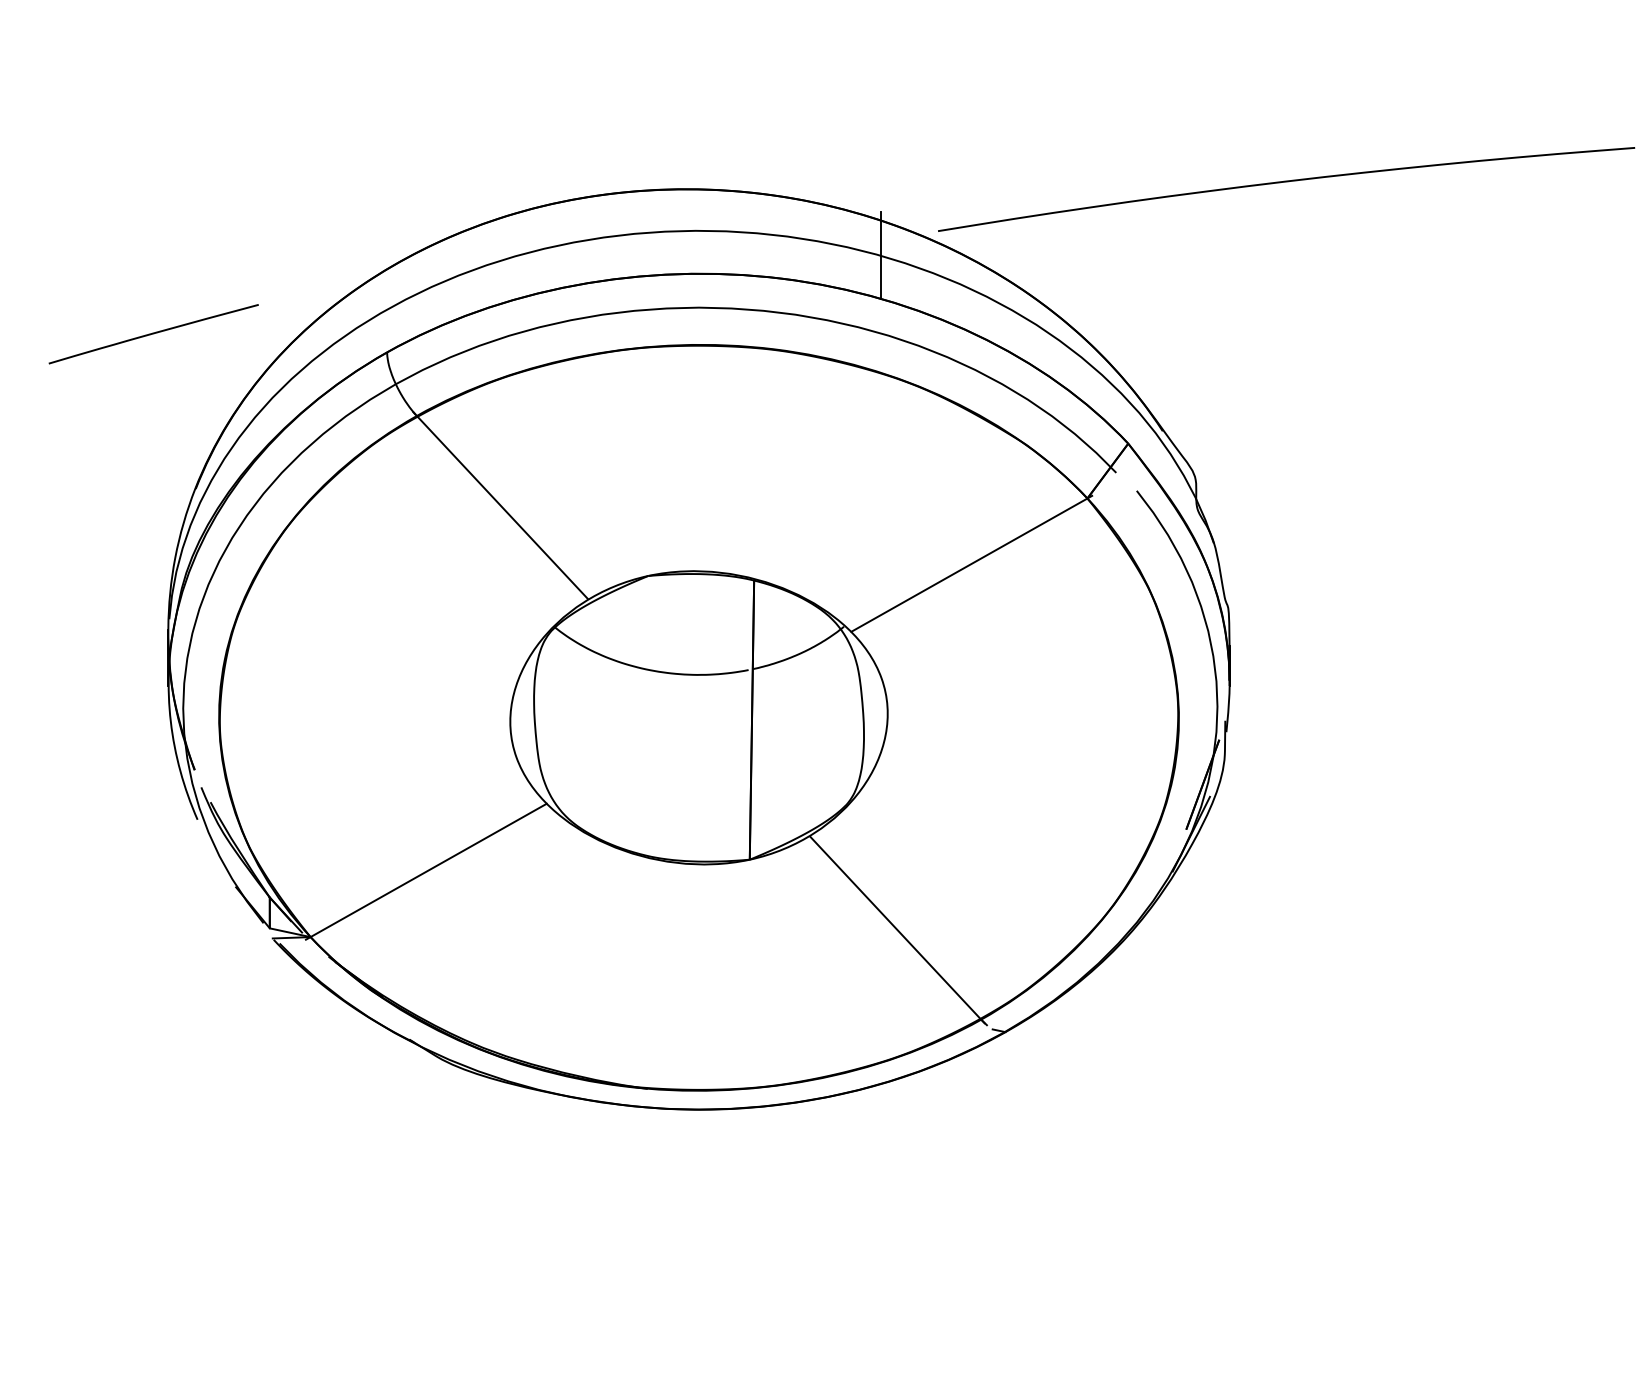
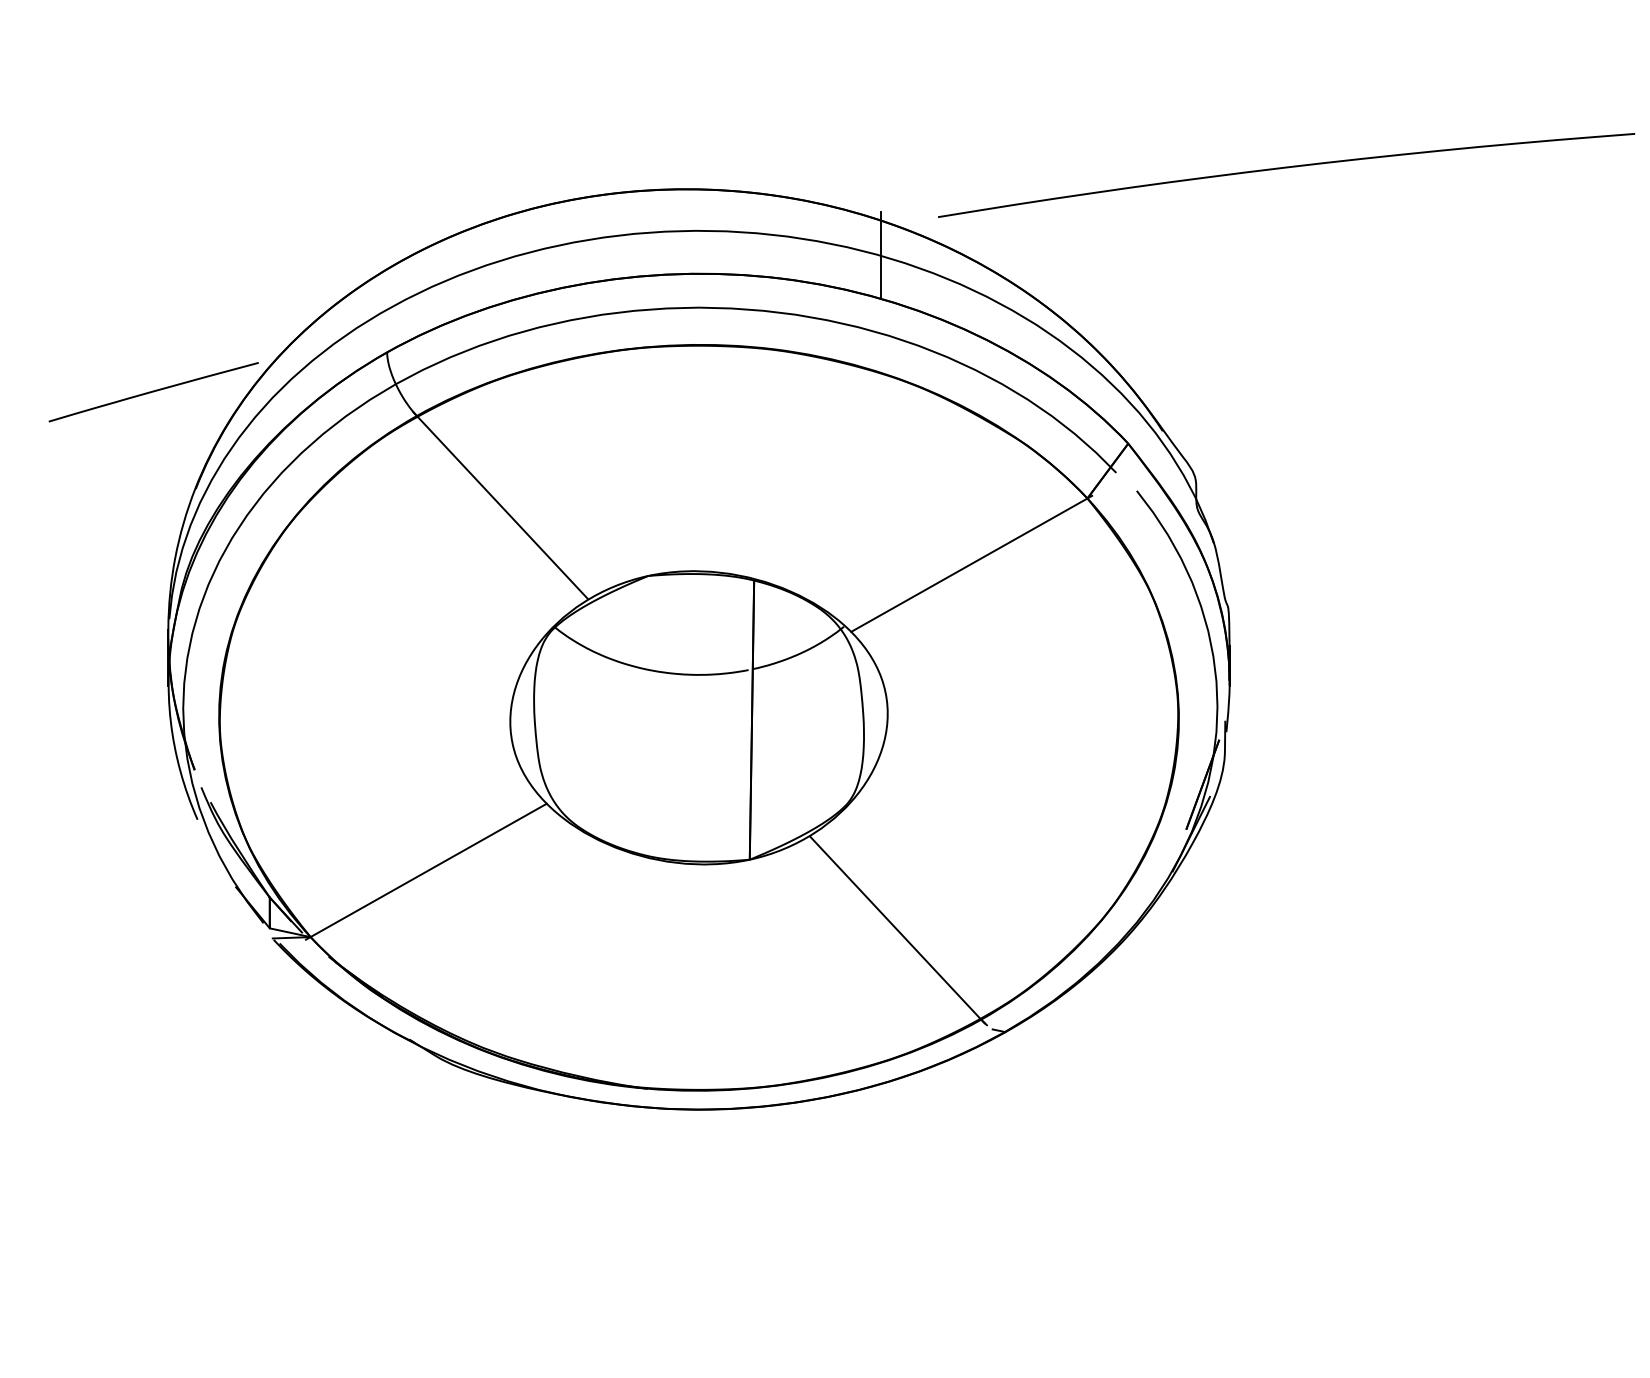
curve at (1286, 182) position: (1286, 182) -> (1286, 168)
curve at (153, 334) position: (153, 334) -> (153, 392)
